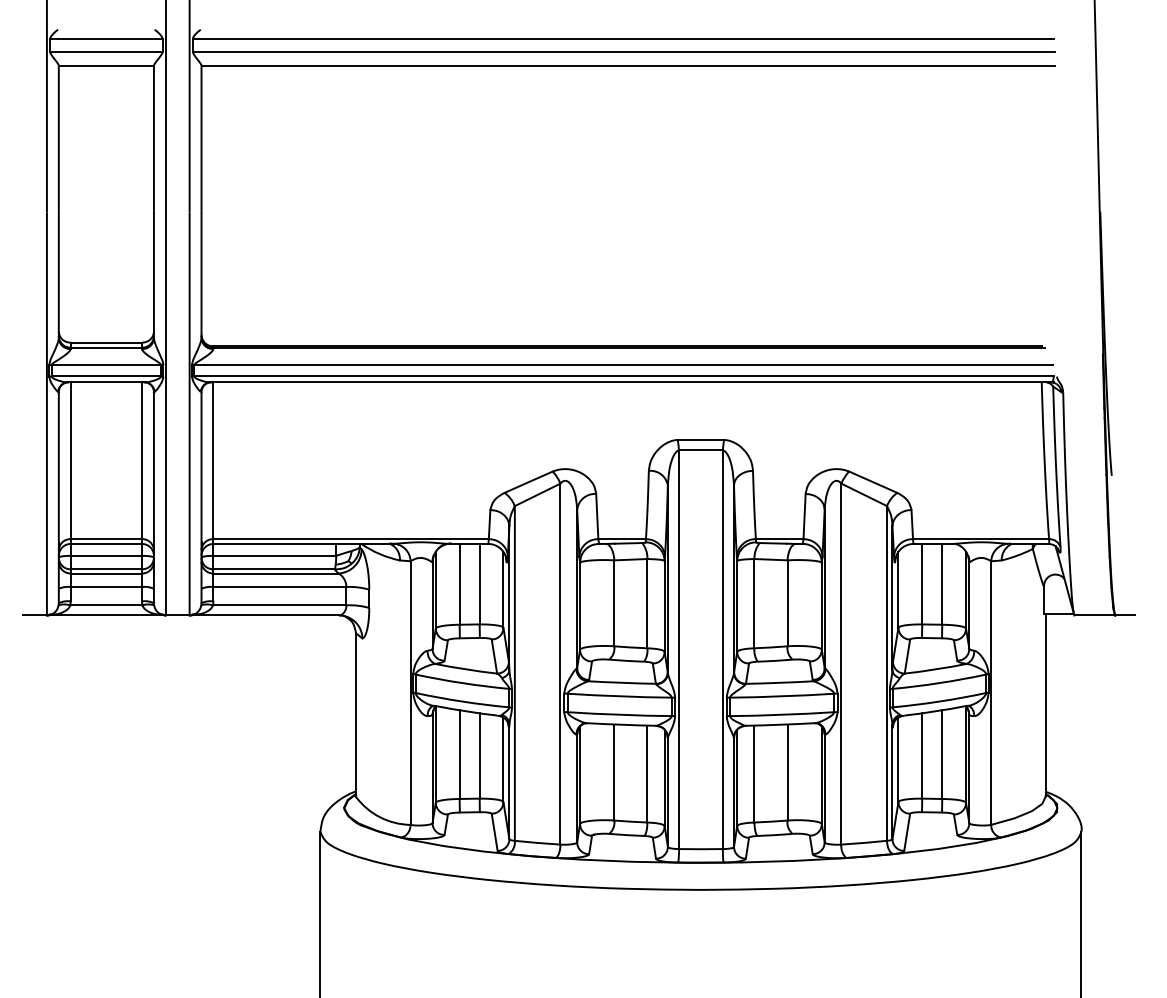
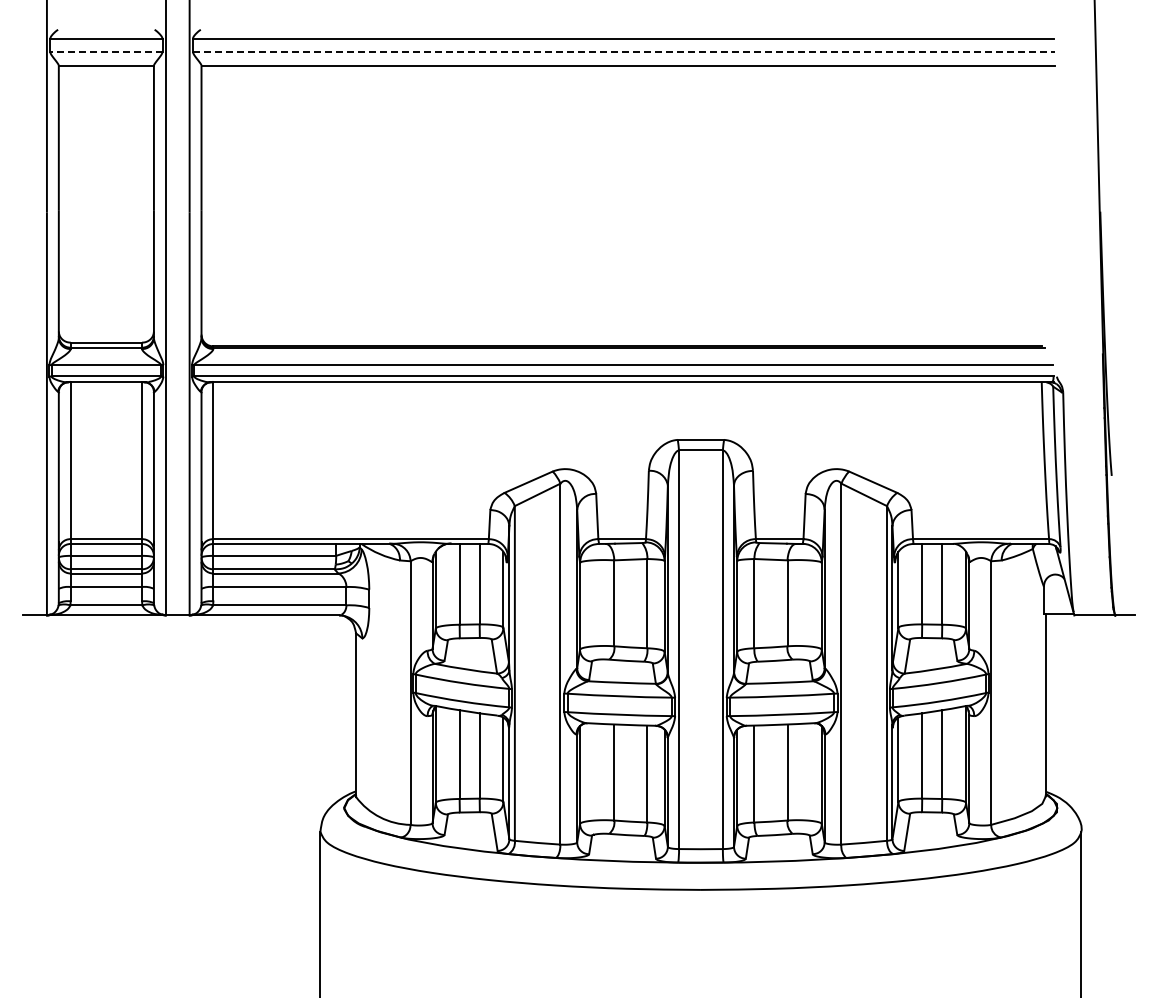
line at (105, 51): solid -> dashed
line at (623, 51): solid -> dashed
